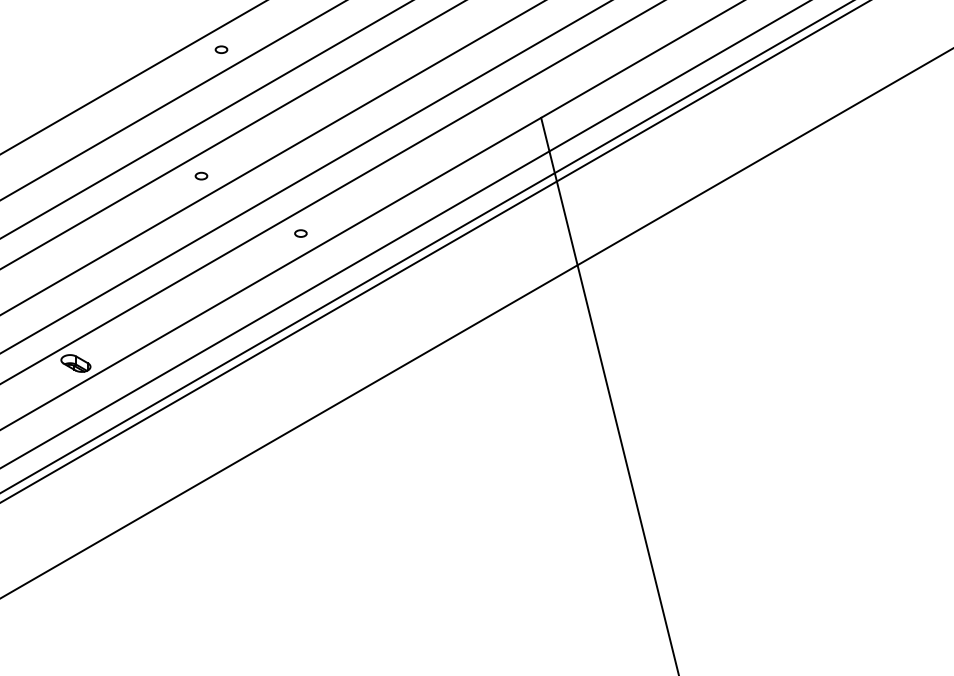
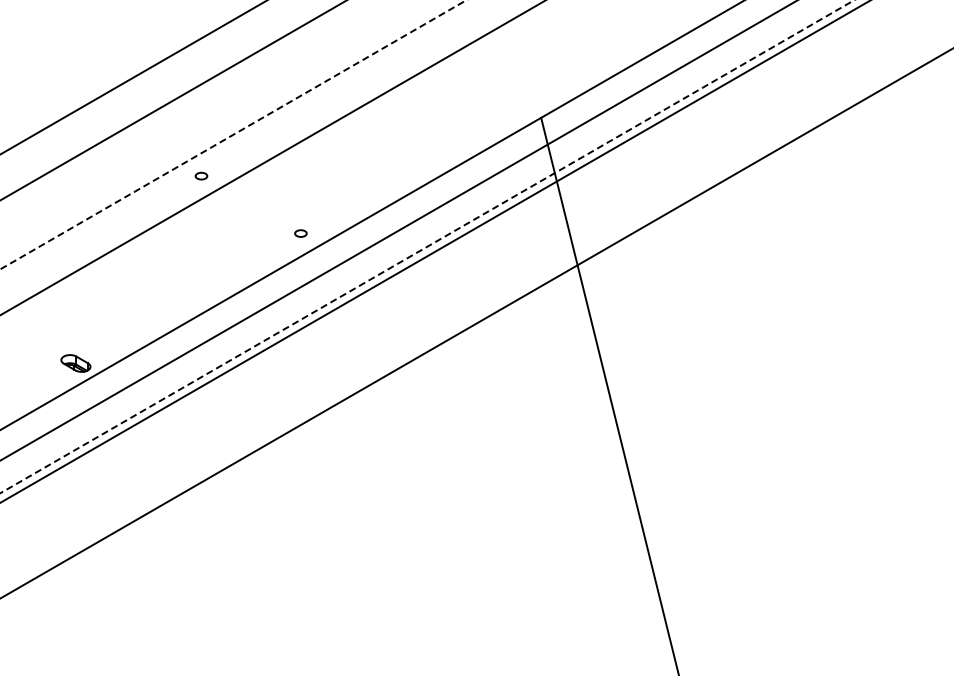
part at (221, 49): present -> none
line at (206, 119): present -> none
line at (233, 134): solid -> dashed
line at (305, 177): present -> none
line at (332, 192): present -> none
line at (404, 234) position: (404, 234) -> (398, 230)
line at (427, 246): solid -> dashed
